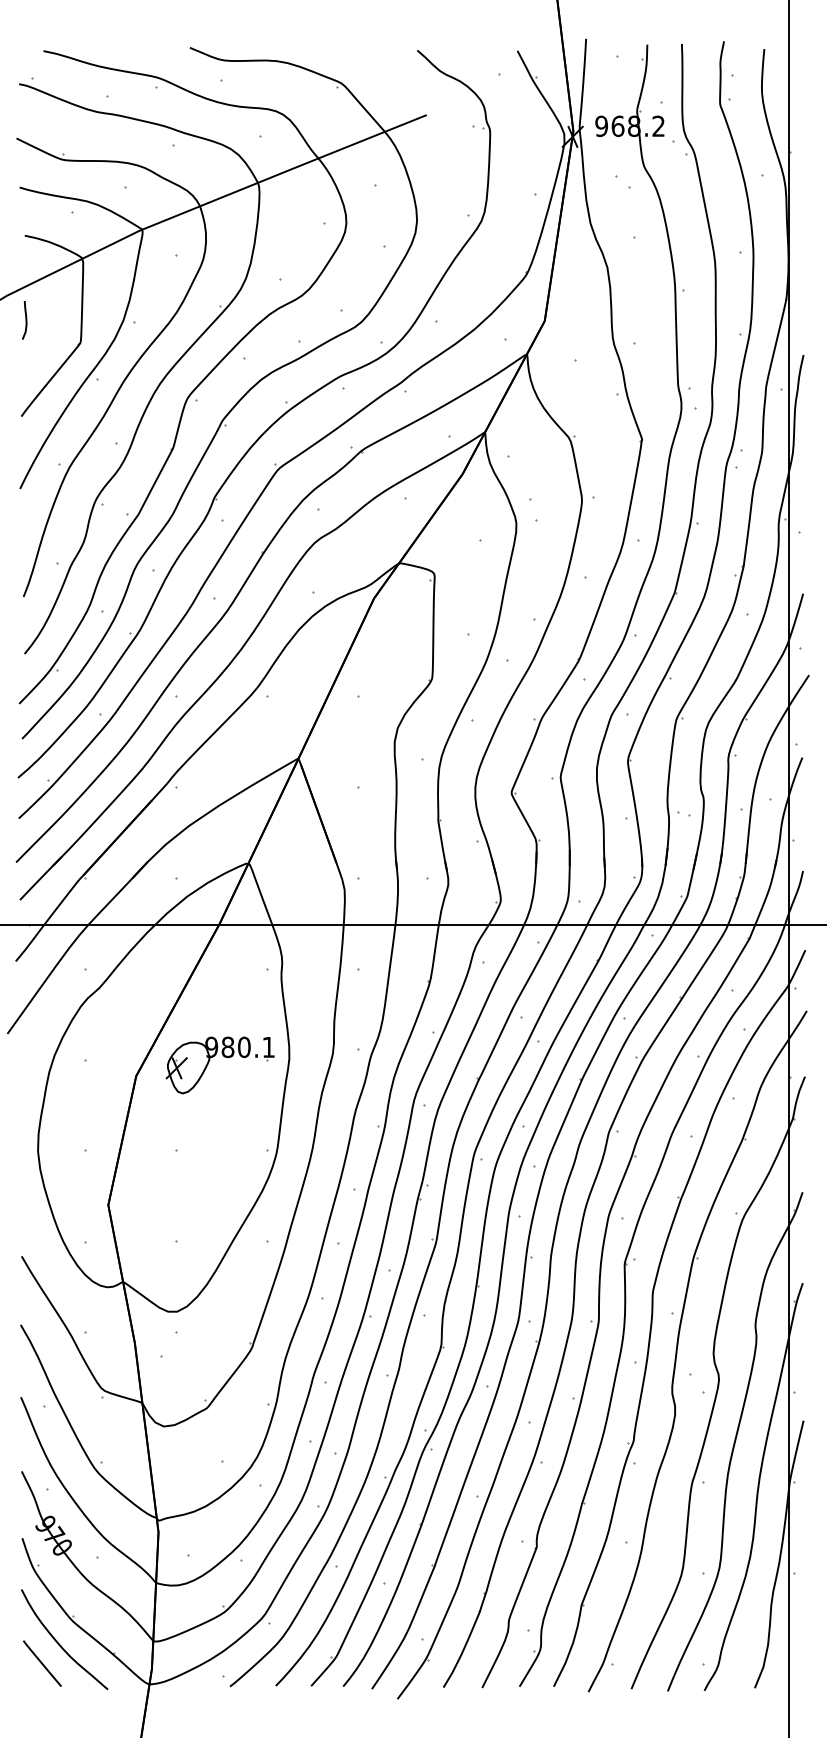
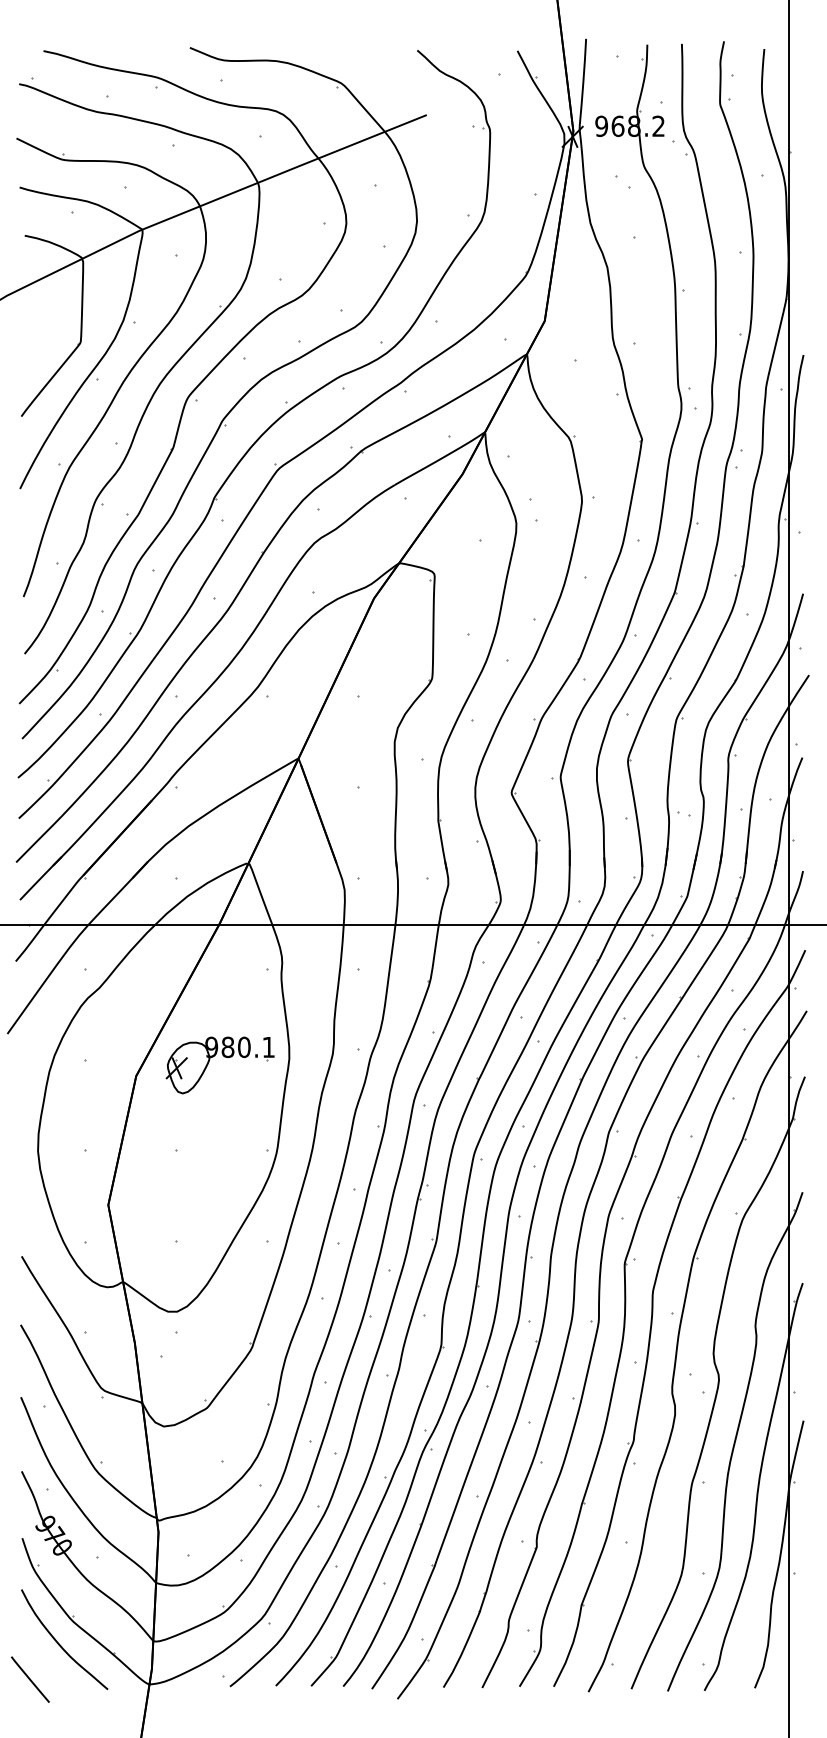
curve at (25, 320): present -> none
line at (42, 1663) position: (42, 1663) -> (30, 1679)
